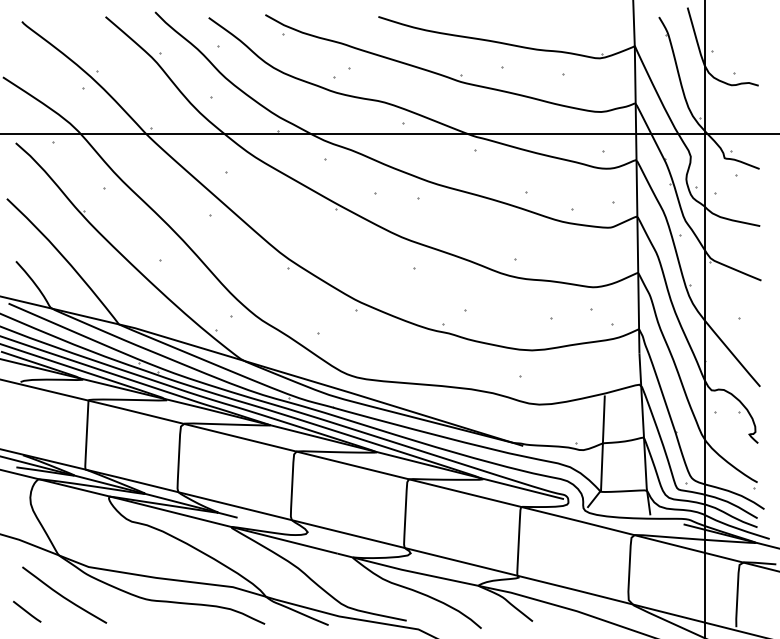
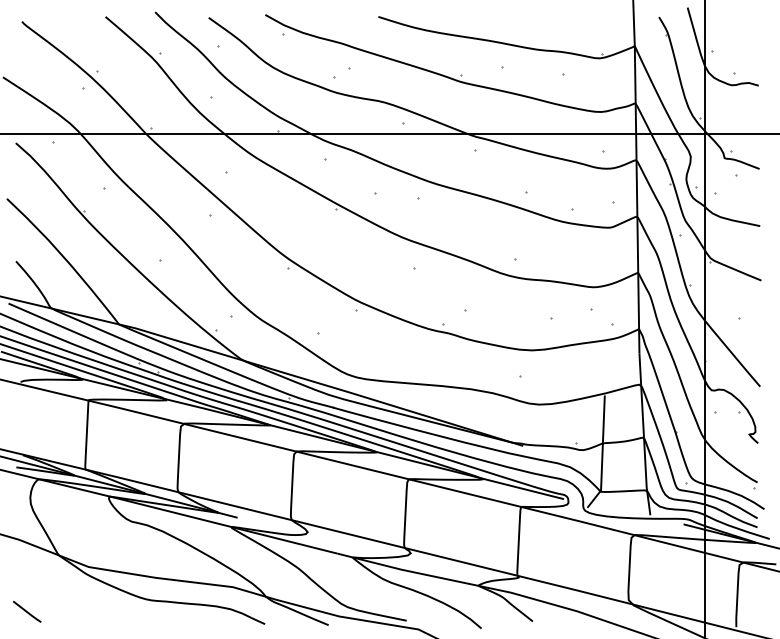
curve at (64, 596): present -> none
